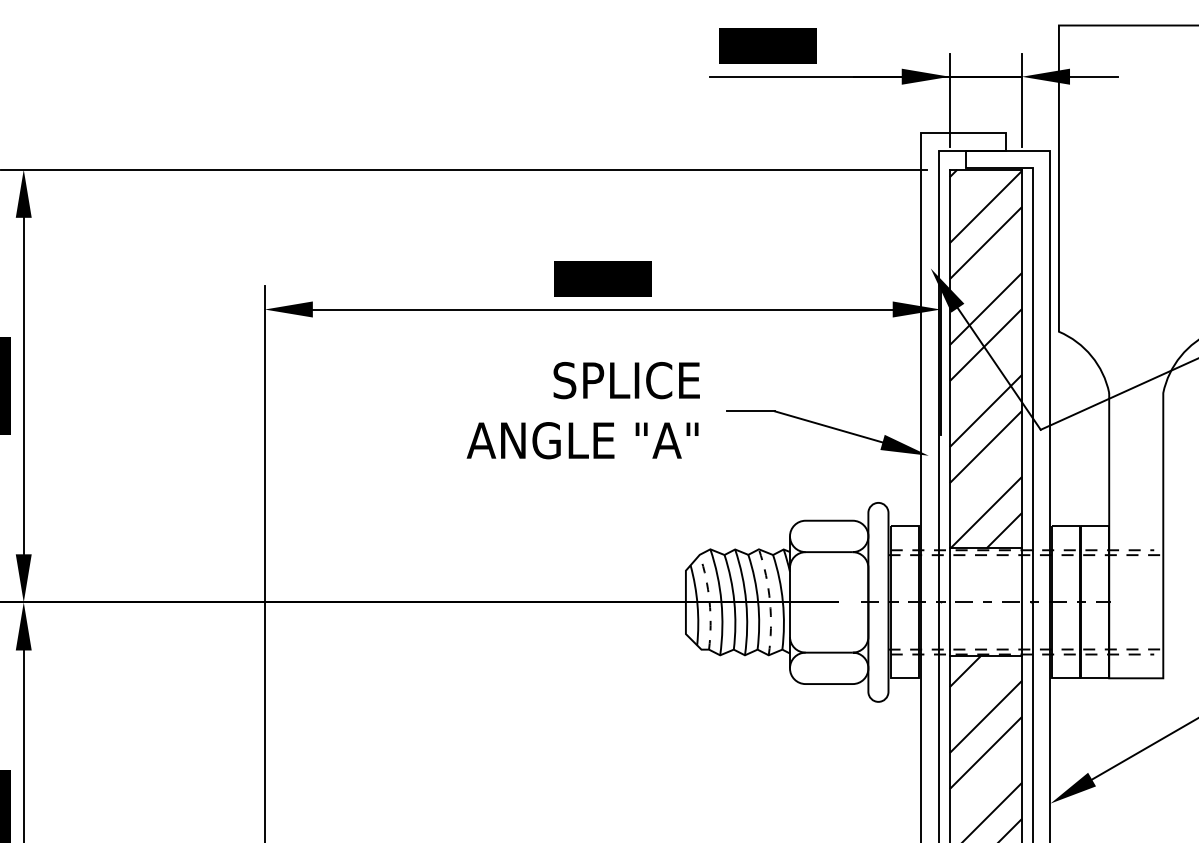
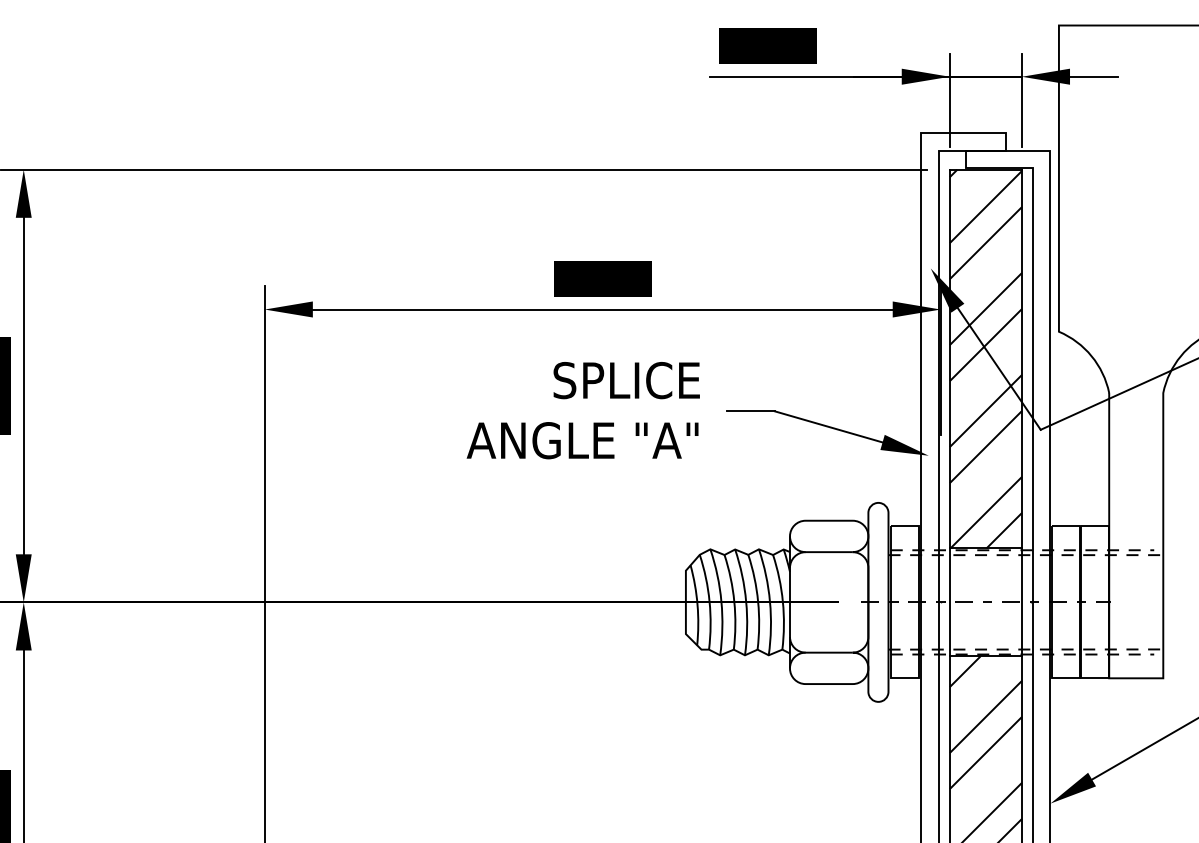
arc at (709, 601): dashed -> solid
arc at (770, 601): dashed -> solid
